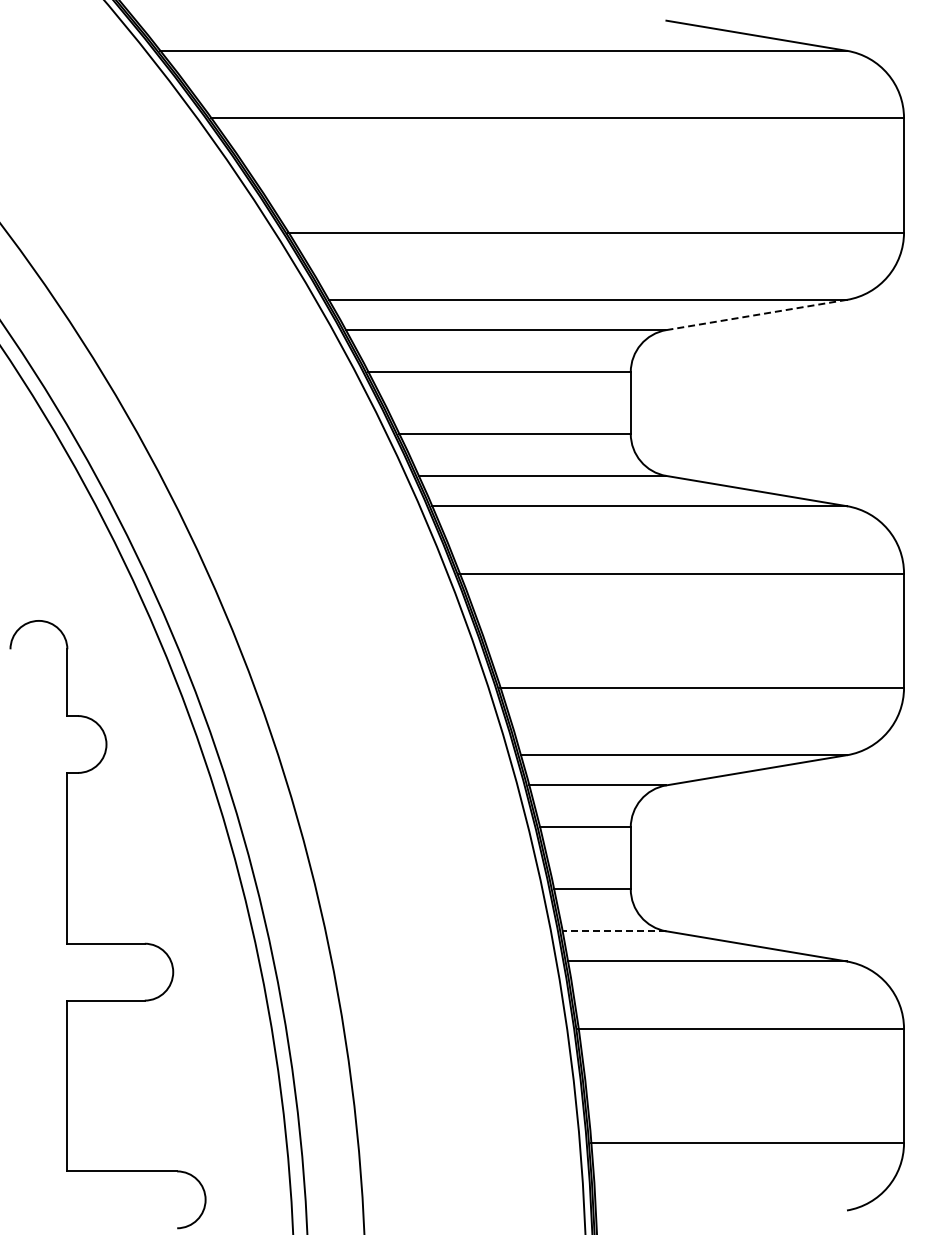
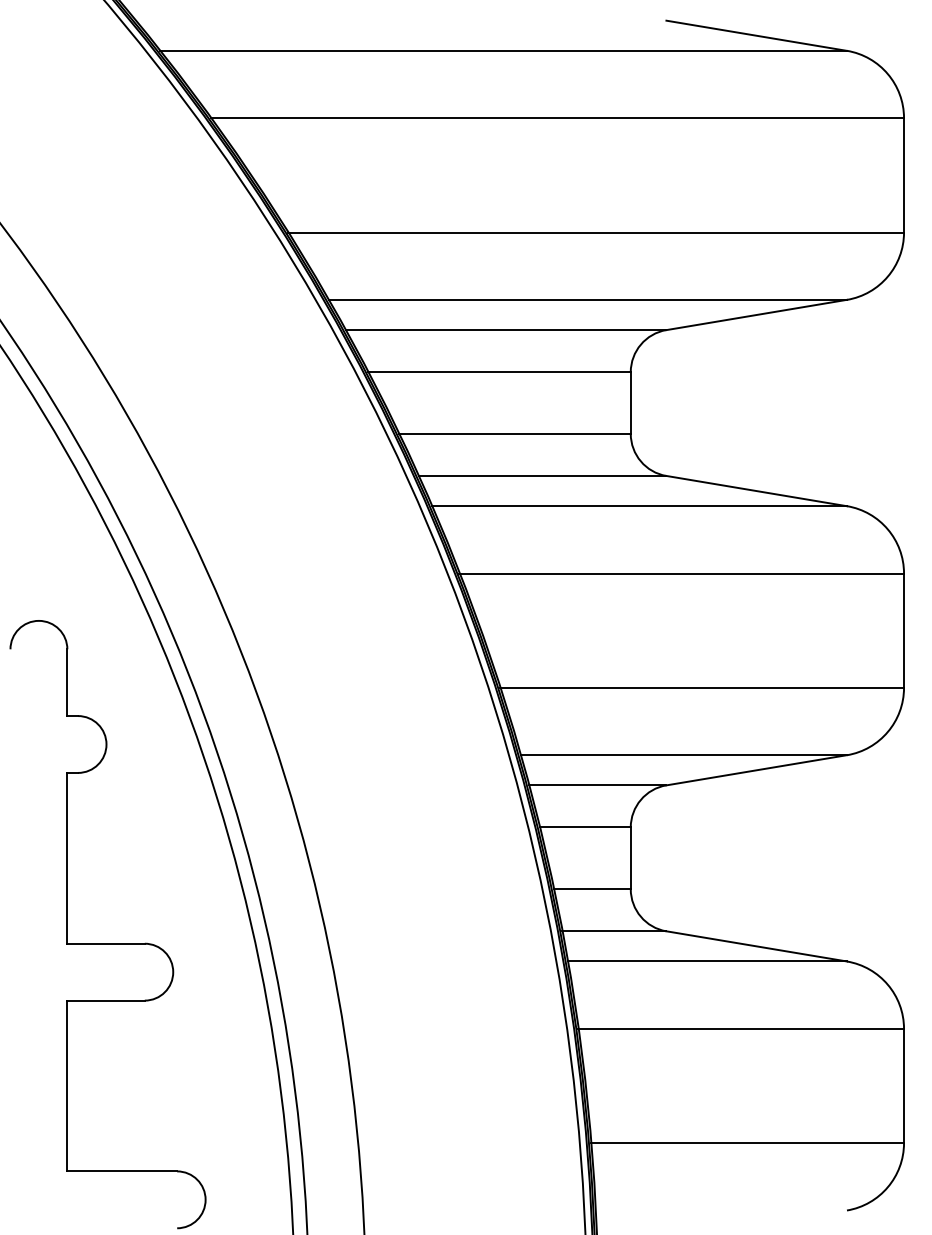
line at (756, 314): dashed -> solid
line at (613, 931): dashed -> solid
